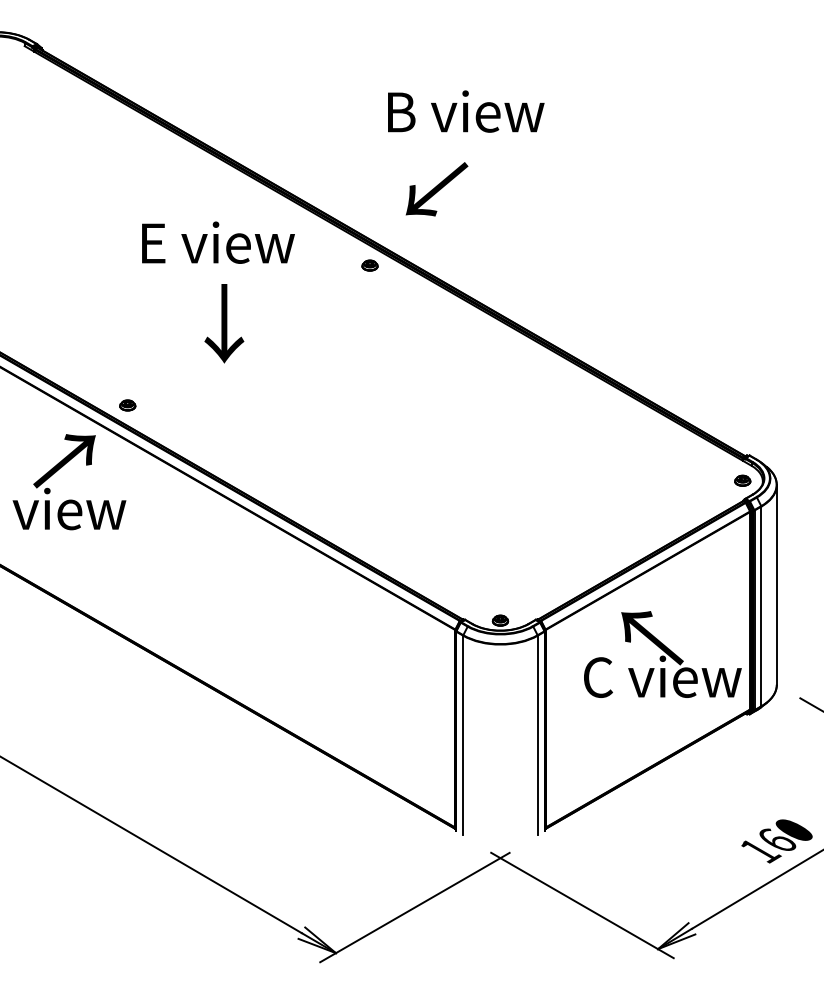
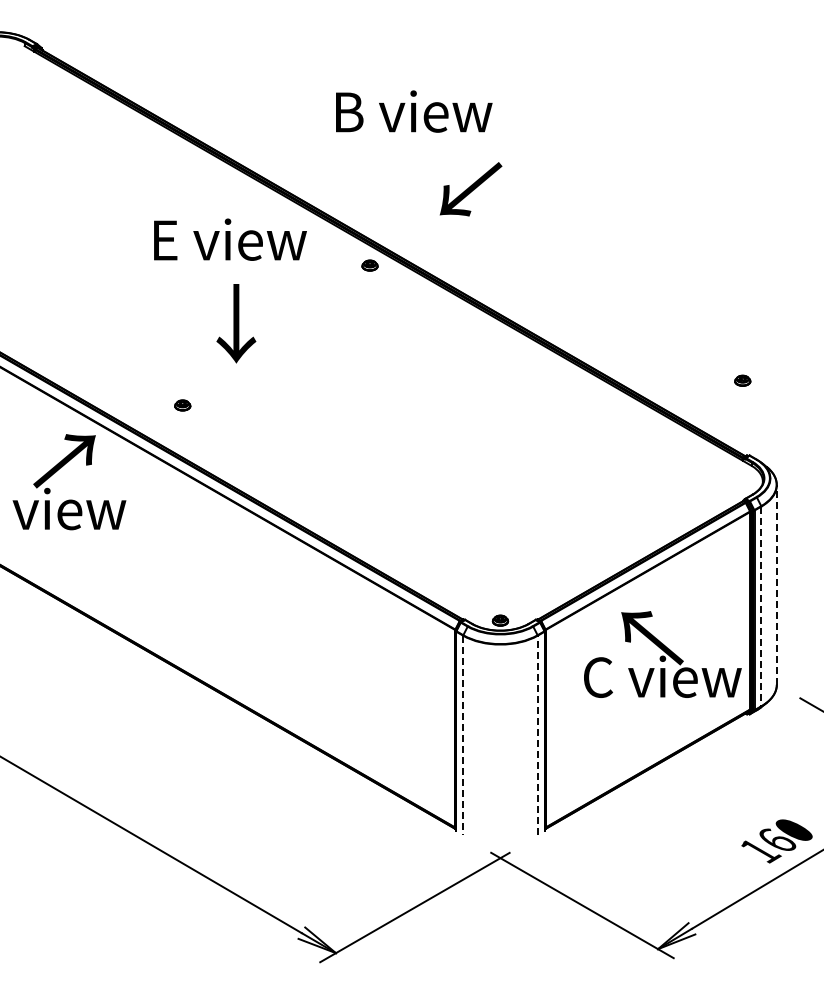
text at (466, 111) position: (466, 111) -> (414, 111)
text at (436, 189) position: (436, 189) -> (470, 189)
text at (218, 242) position: (218, 242) -> (230, 239)
text at (224, 323) position: (224, 323) -> (236, 323)
part at (127, 405) position: (127, 405) -> (182, 405)
part at (742, 480) position: (742, 480) -> (742, 380)
line at (776, 584): solid -> dashed
line at (761, 606): solid -> dashed
line at (463, 735): solid -> dashed
line at (537, 735): solid -> dashed
